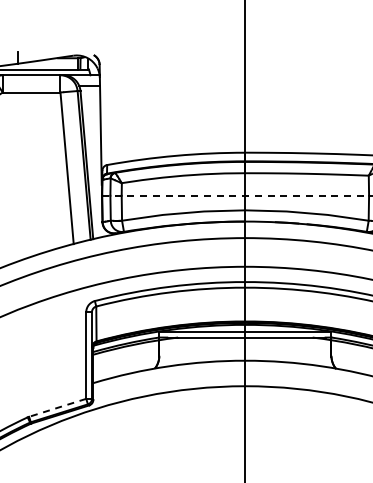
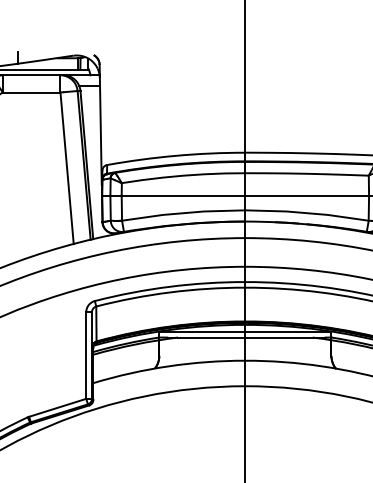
line at (237, 195): dashed -> solid
line at (57, 407): dashed -> solid
